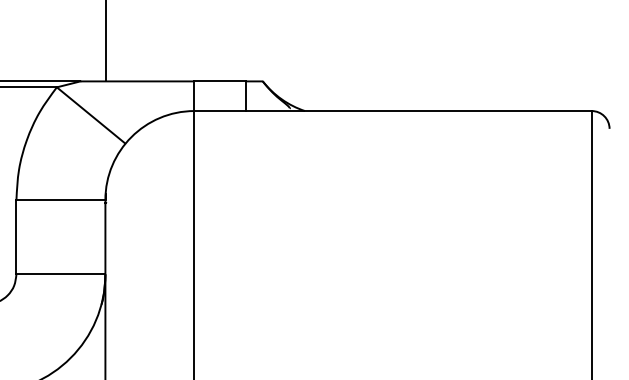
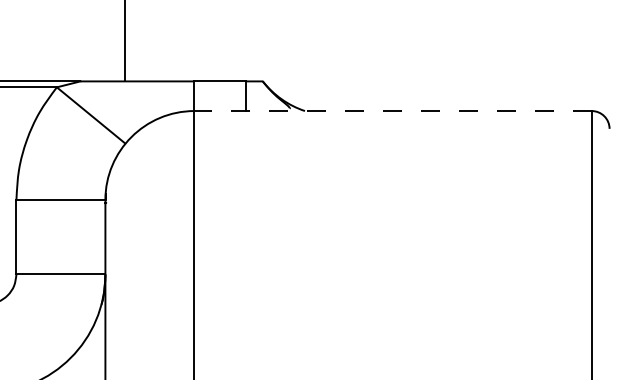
line at (106, 41) position: (106, 41) -> (125, 41)
line at (393, 111): solid -> dashed
